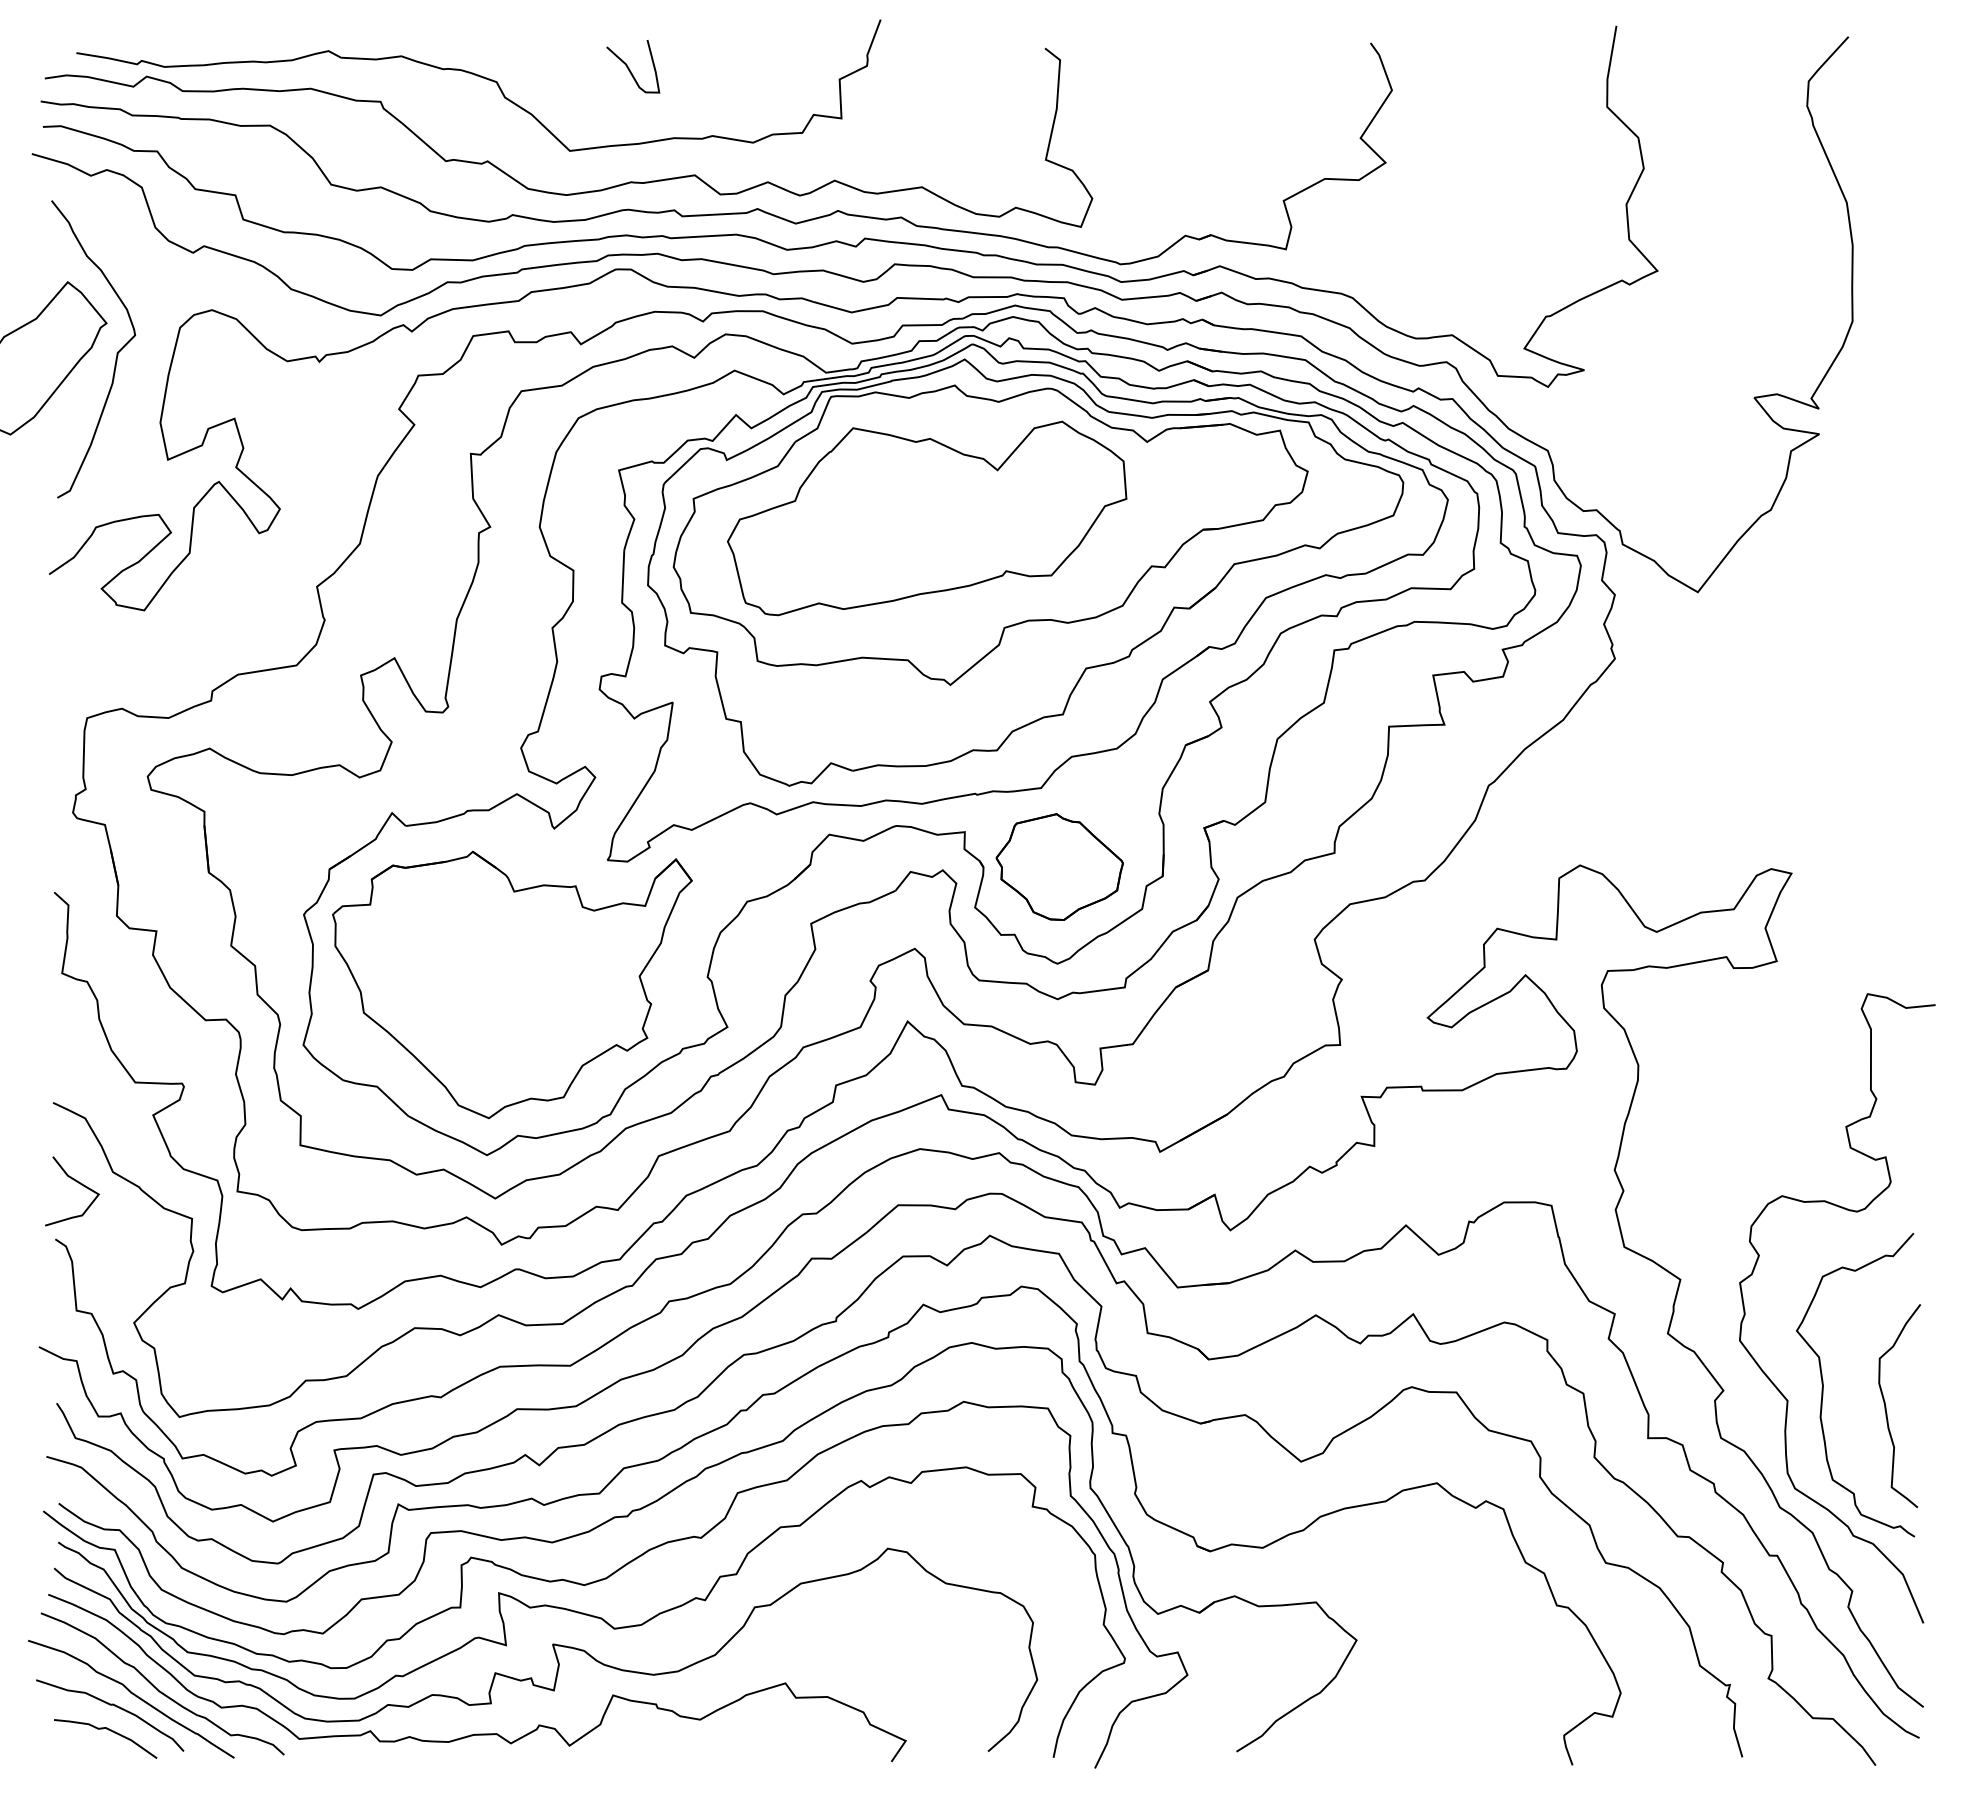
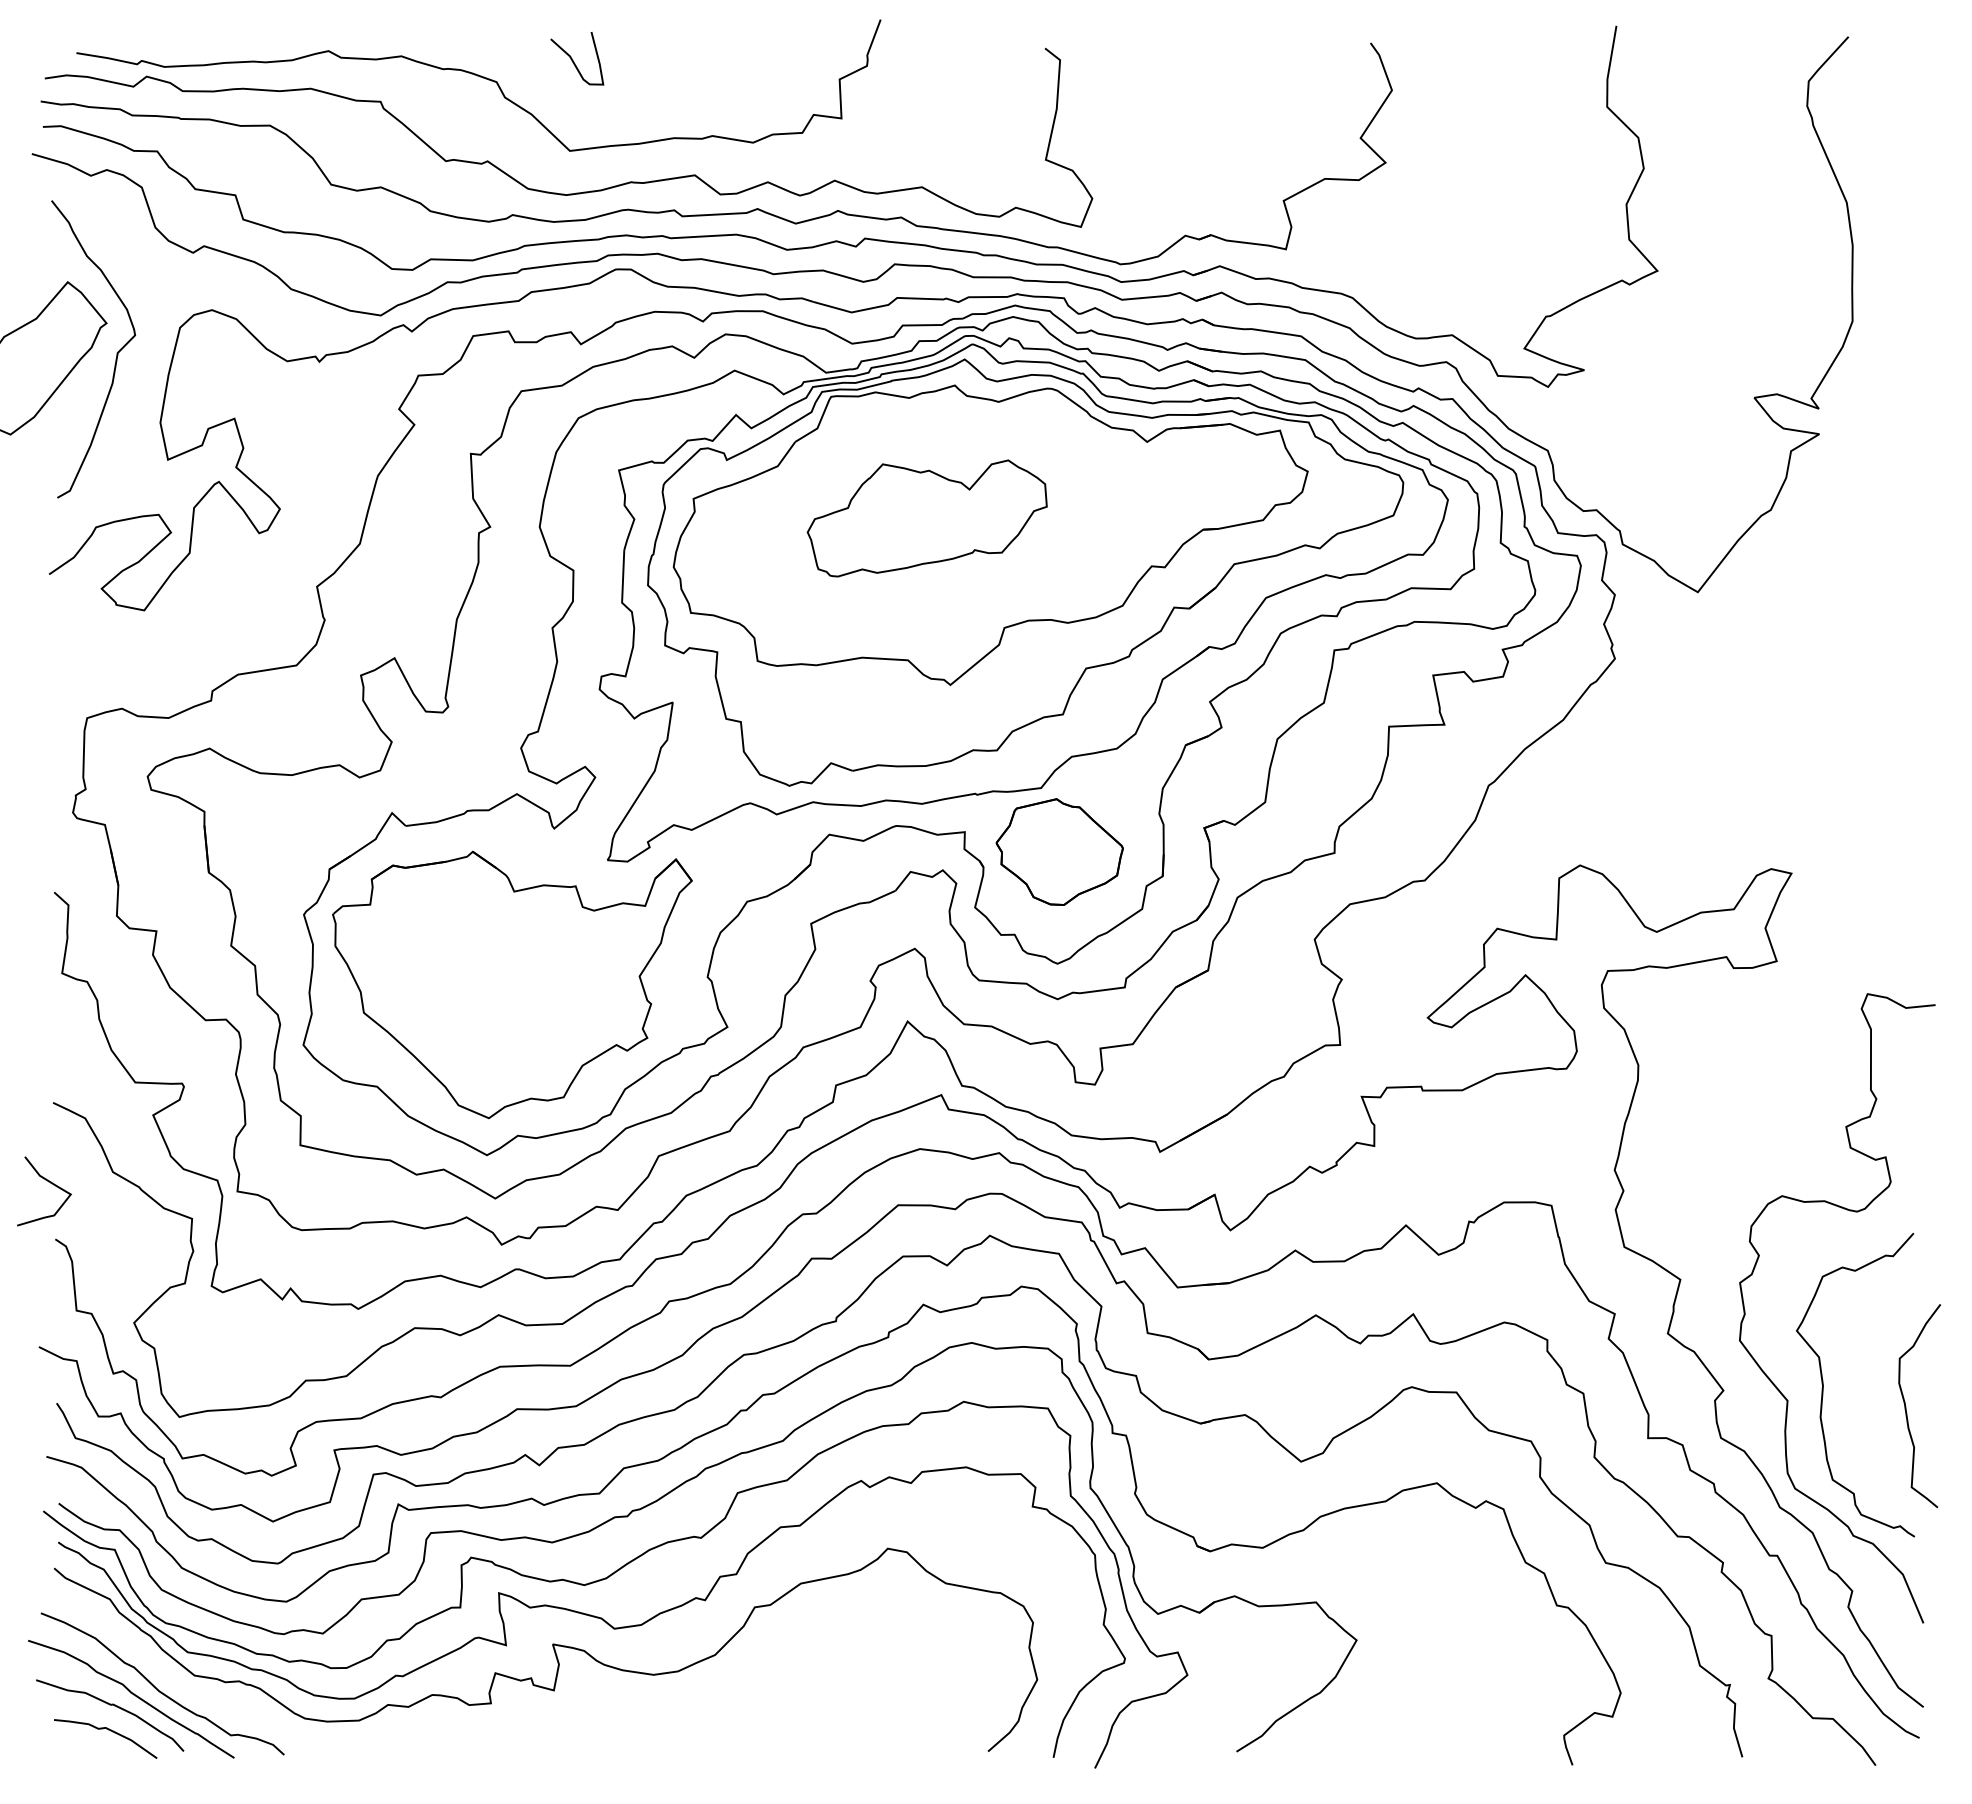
curve at (630, 69) position: (630, 69) -> (574, 61)
part at (927, 518) size: 401x197 px -> 242x119 px
part at (1059, 866) position: (1059, 866) -> (1059, 851)
curve at (76, 1182) position: (76, 1182) -> (48, 1182)
curve at (1886, 1406) position: (1886, 1406) -> (1906, 1406)
curve at (477, 1733): present -> none
